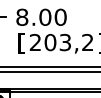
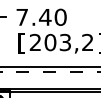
text at (33, 16): 8.00 -> 7.40
line at (50, 72): solid -> dashed
